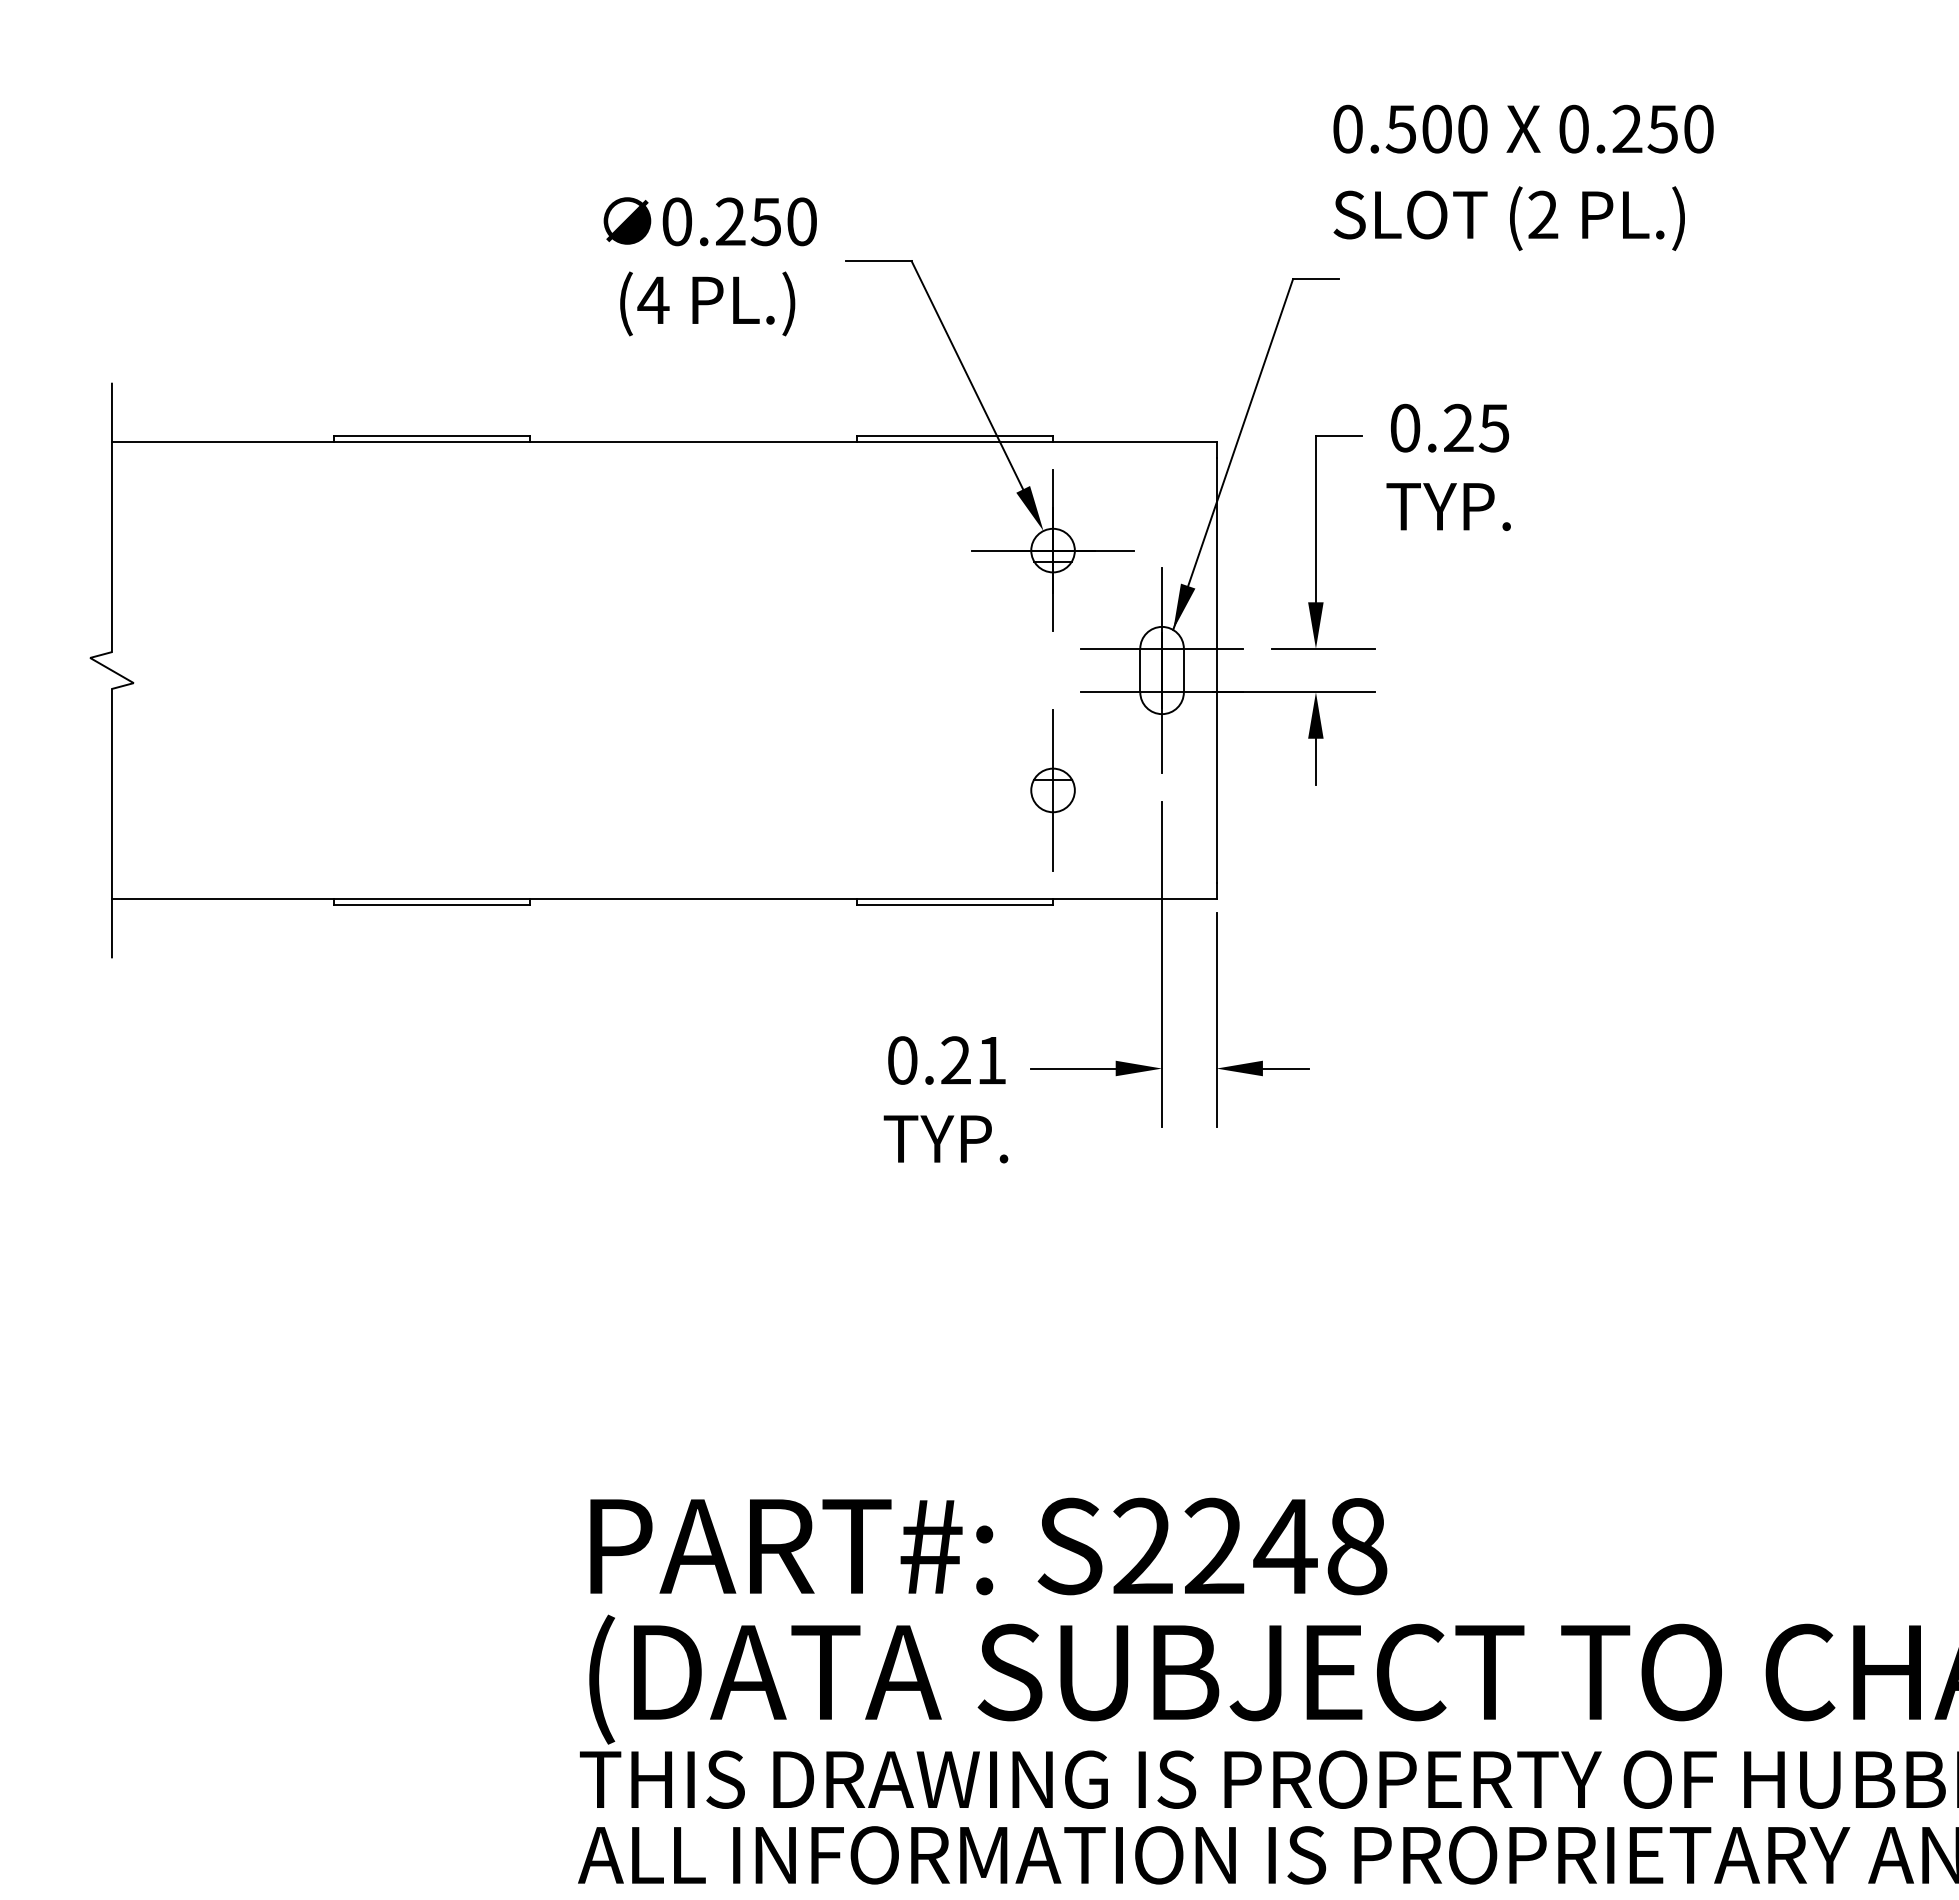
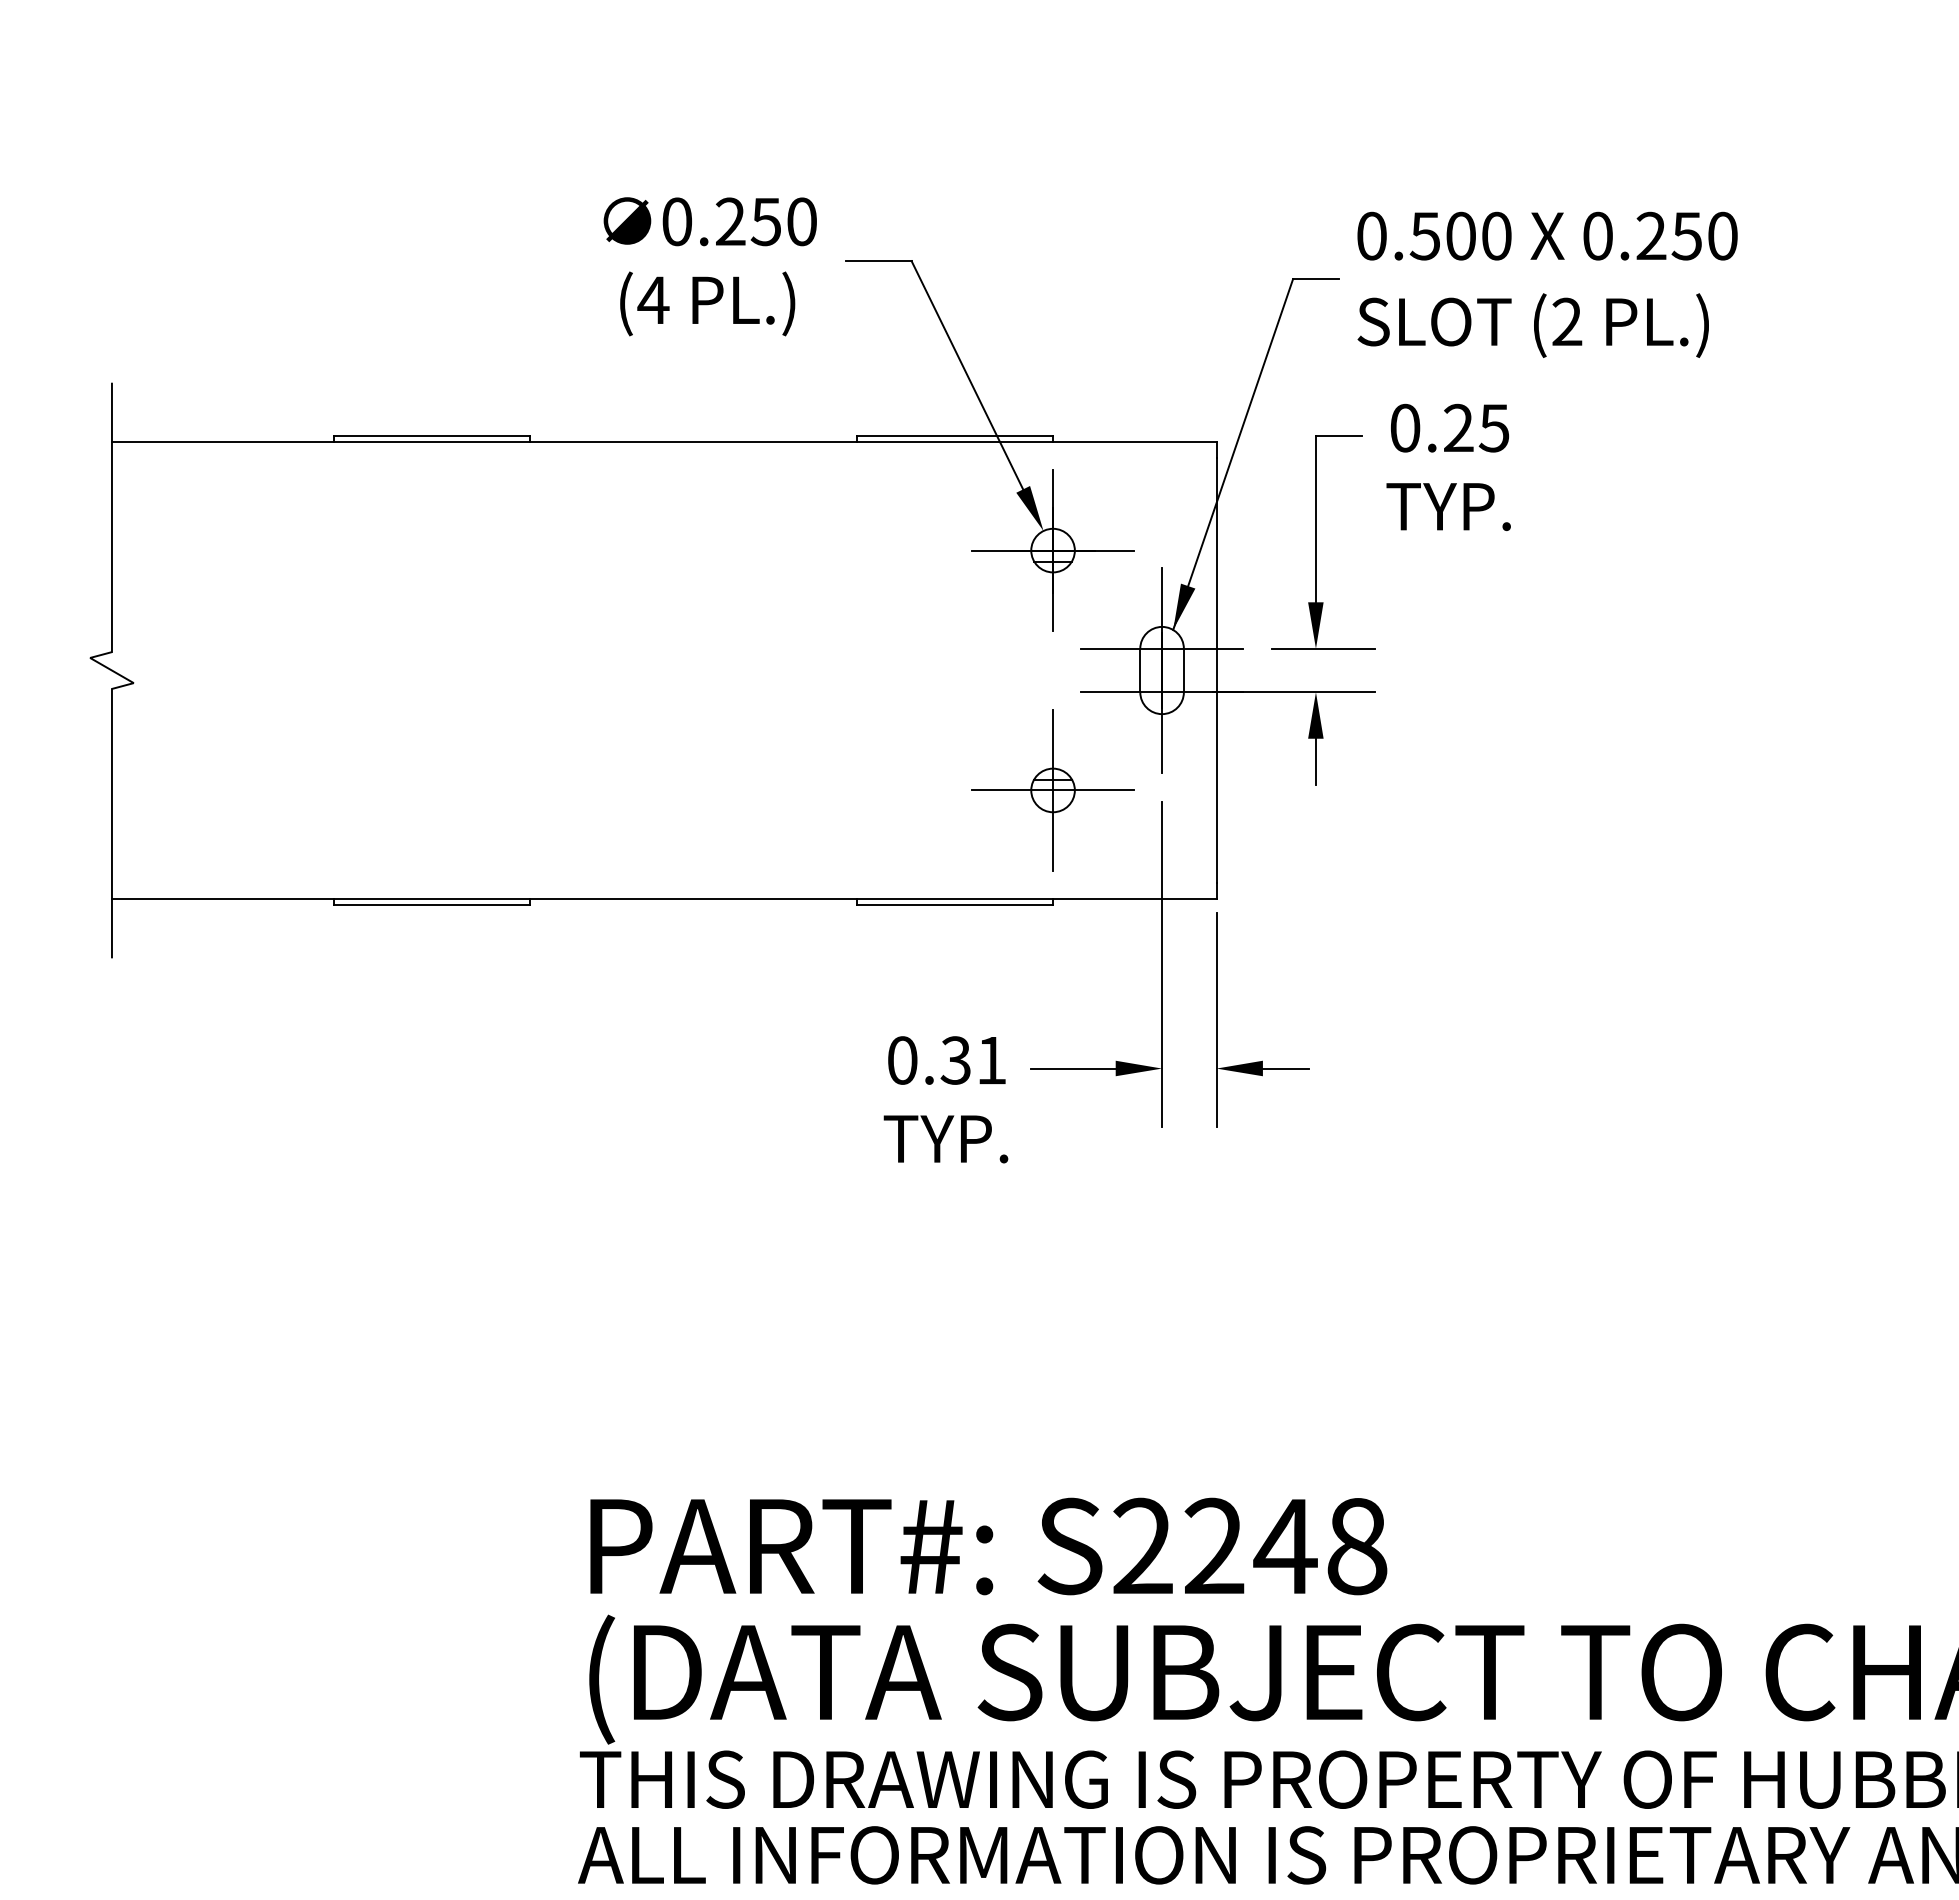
text at (1523, 177) position: (1523, 177) -> (1547, 284)
line at (1052, 790): none -> present
text at (955, 1060): 0.21 -> 0.31
